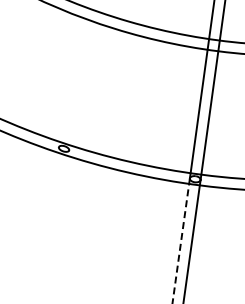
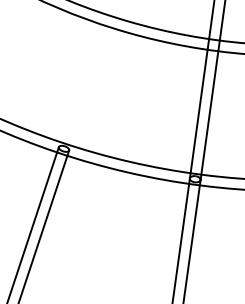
line at (33, 223): none -> present
line at (44, 225): none -> present
line at (181, 240): dashed -> solid
